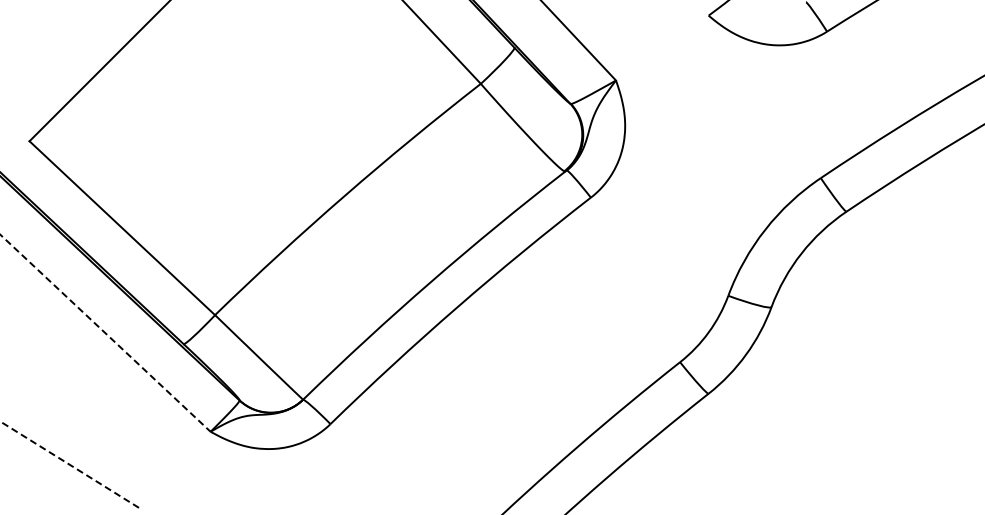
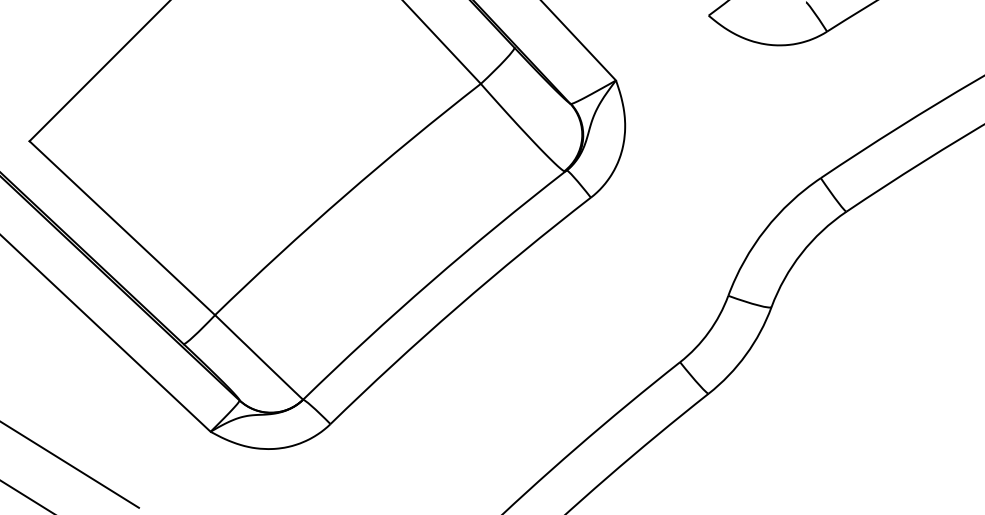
line at (105, 333): dashed -> solid
line at (69, 464): dashed -> solid
line at (26, 496): none -> present
